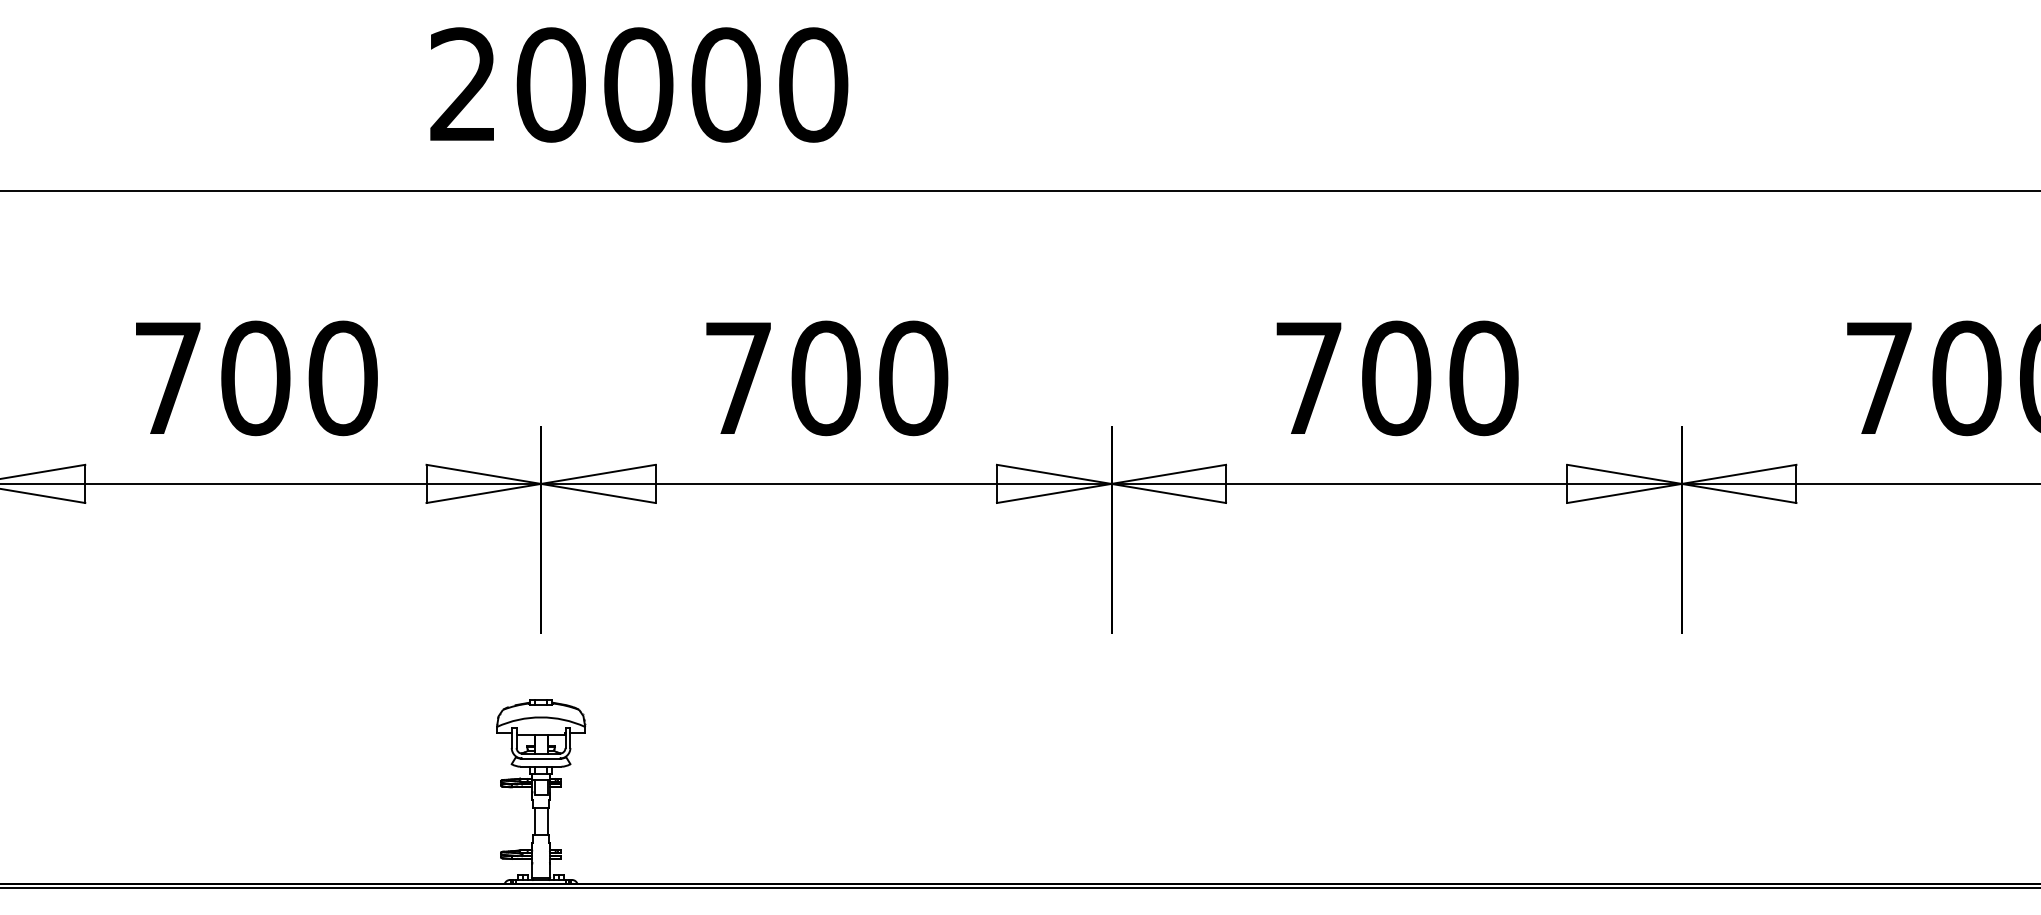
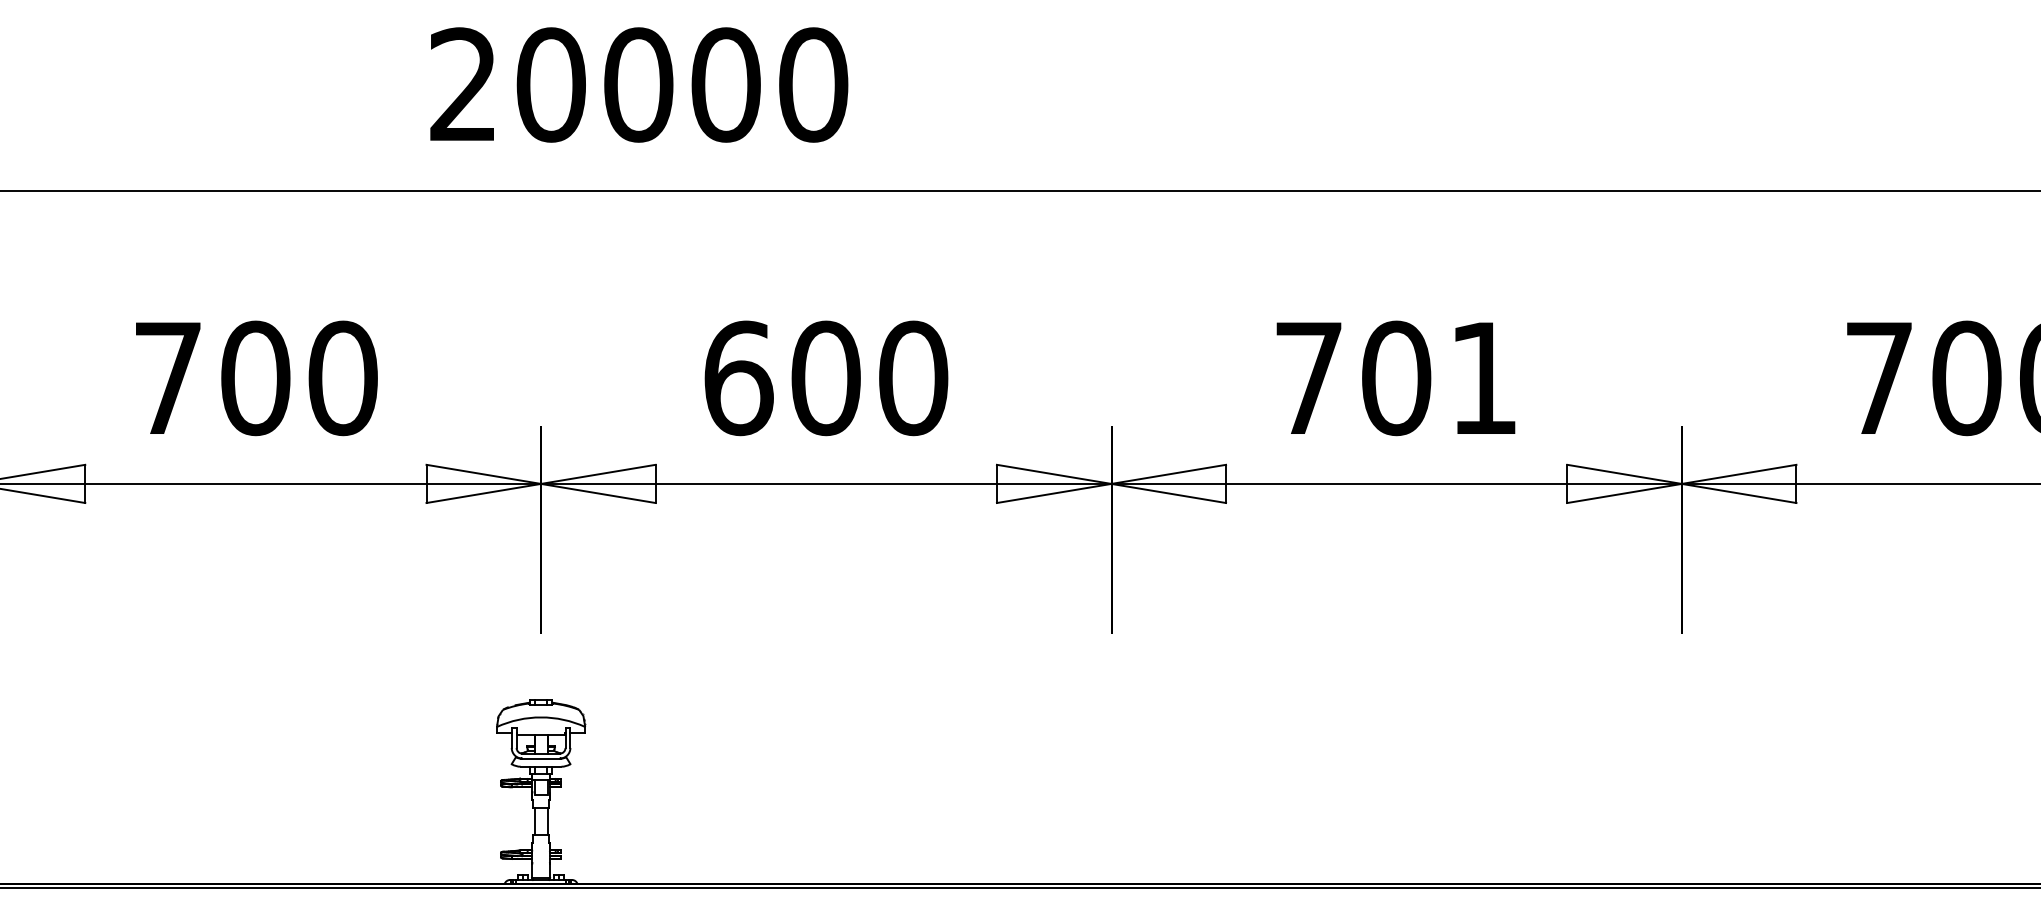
text at (738, 378): 700 -> 600
text at (1483, 378): 700 -> 701
